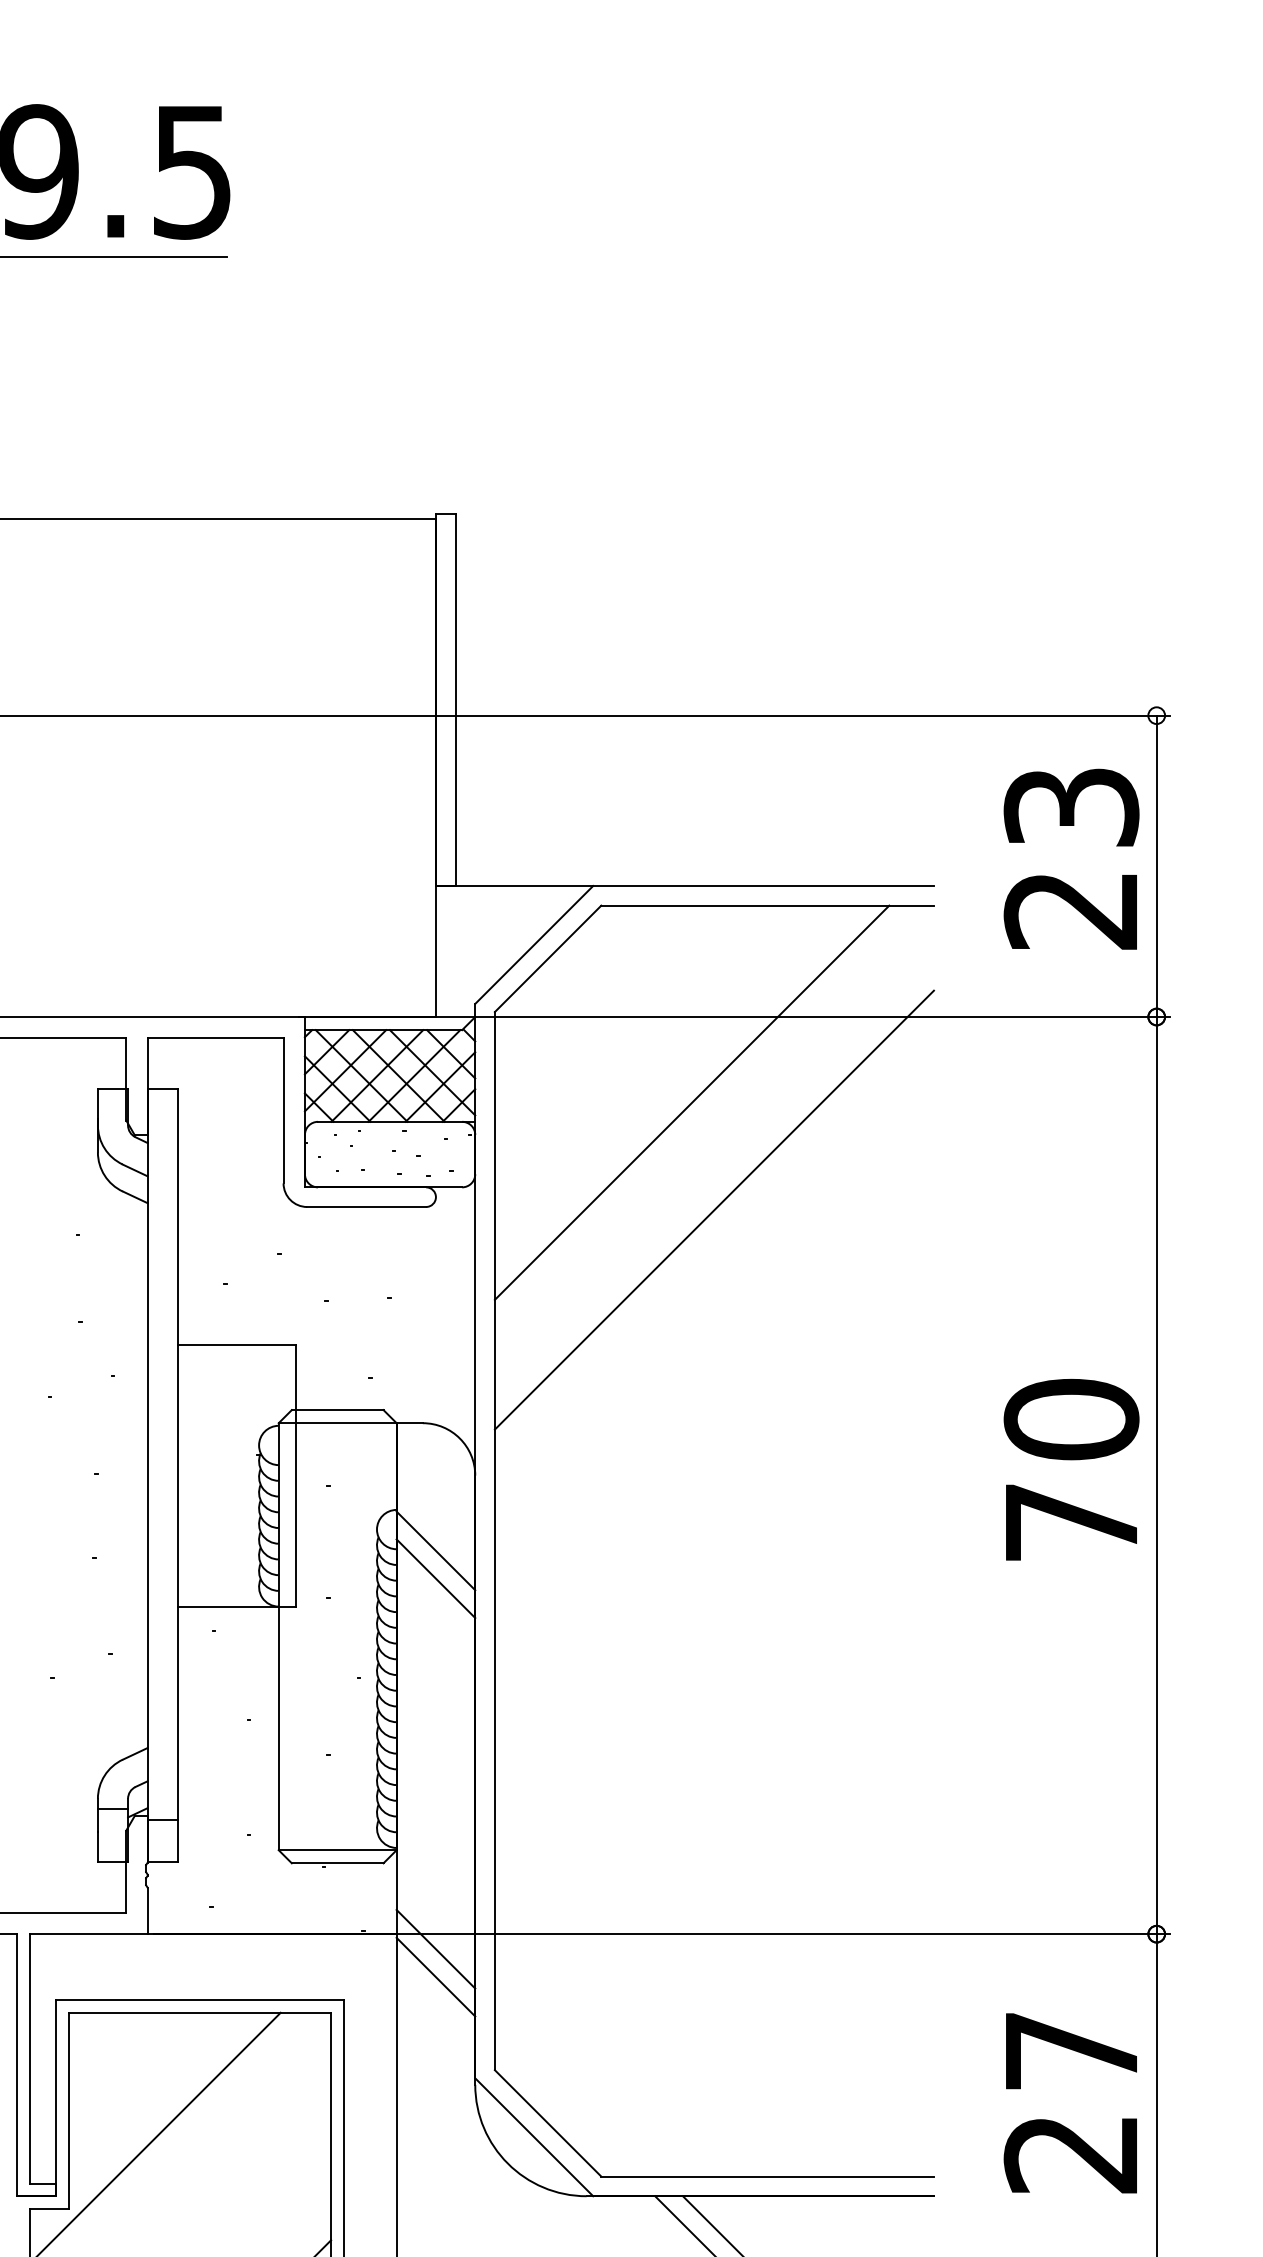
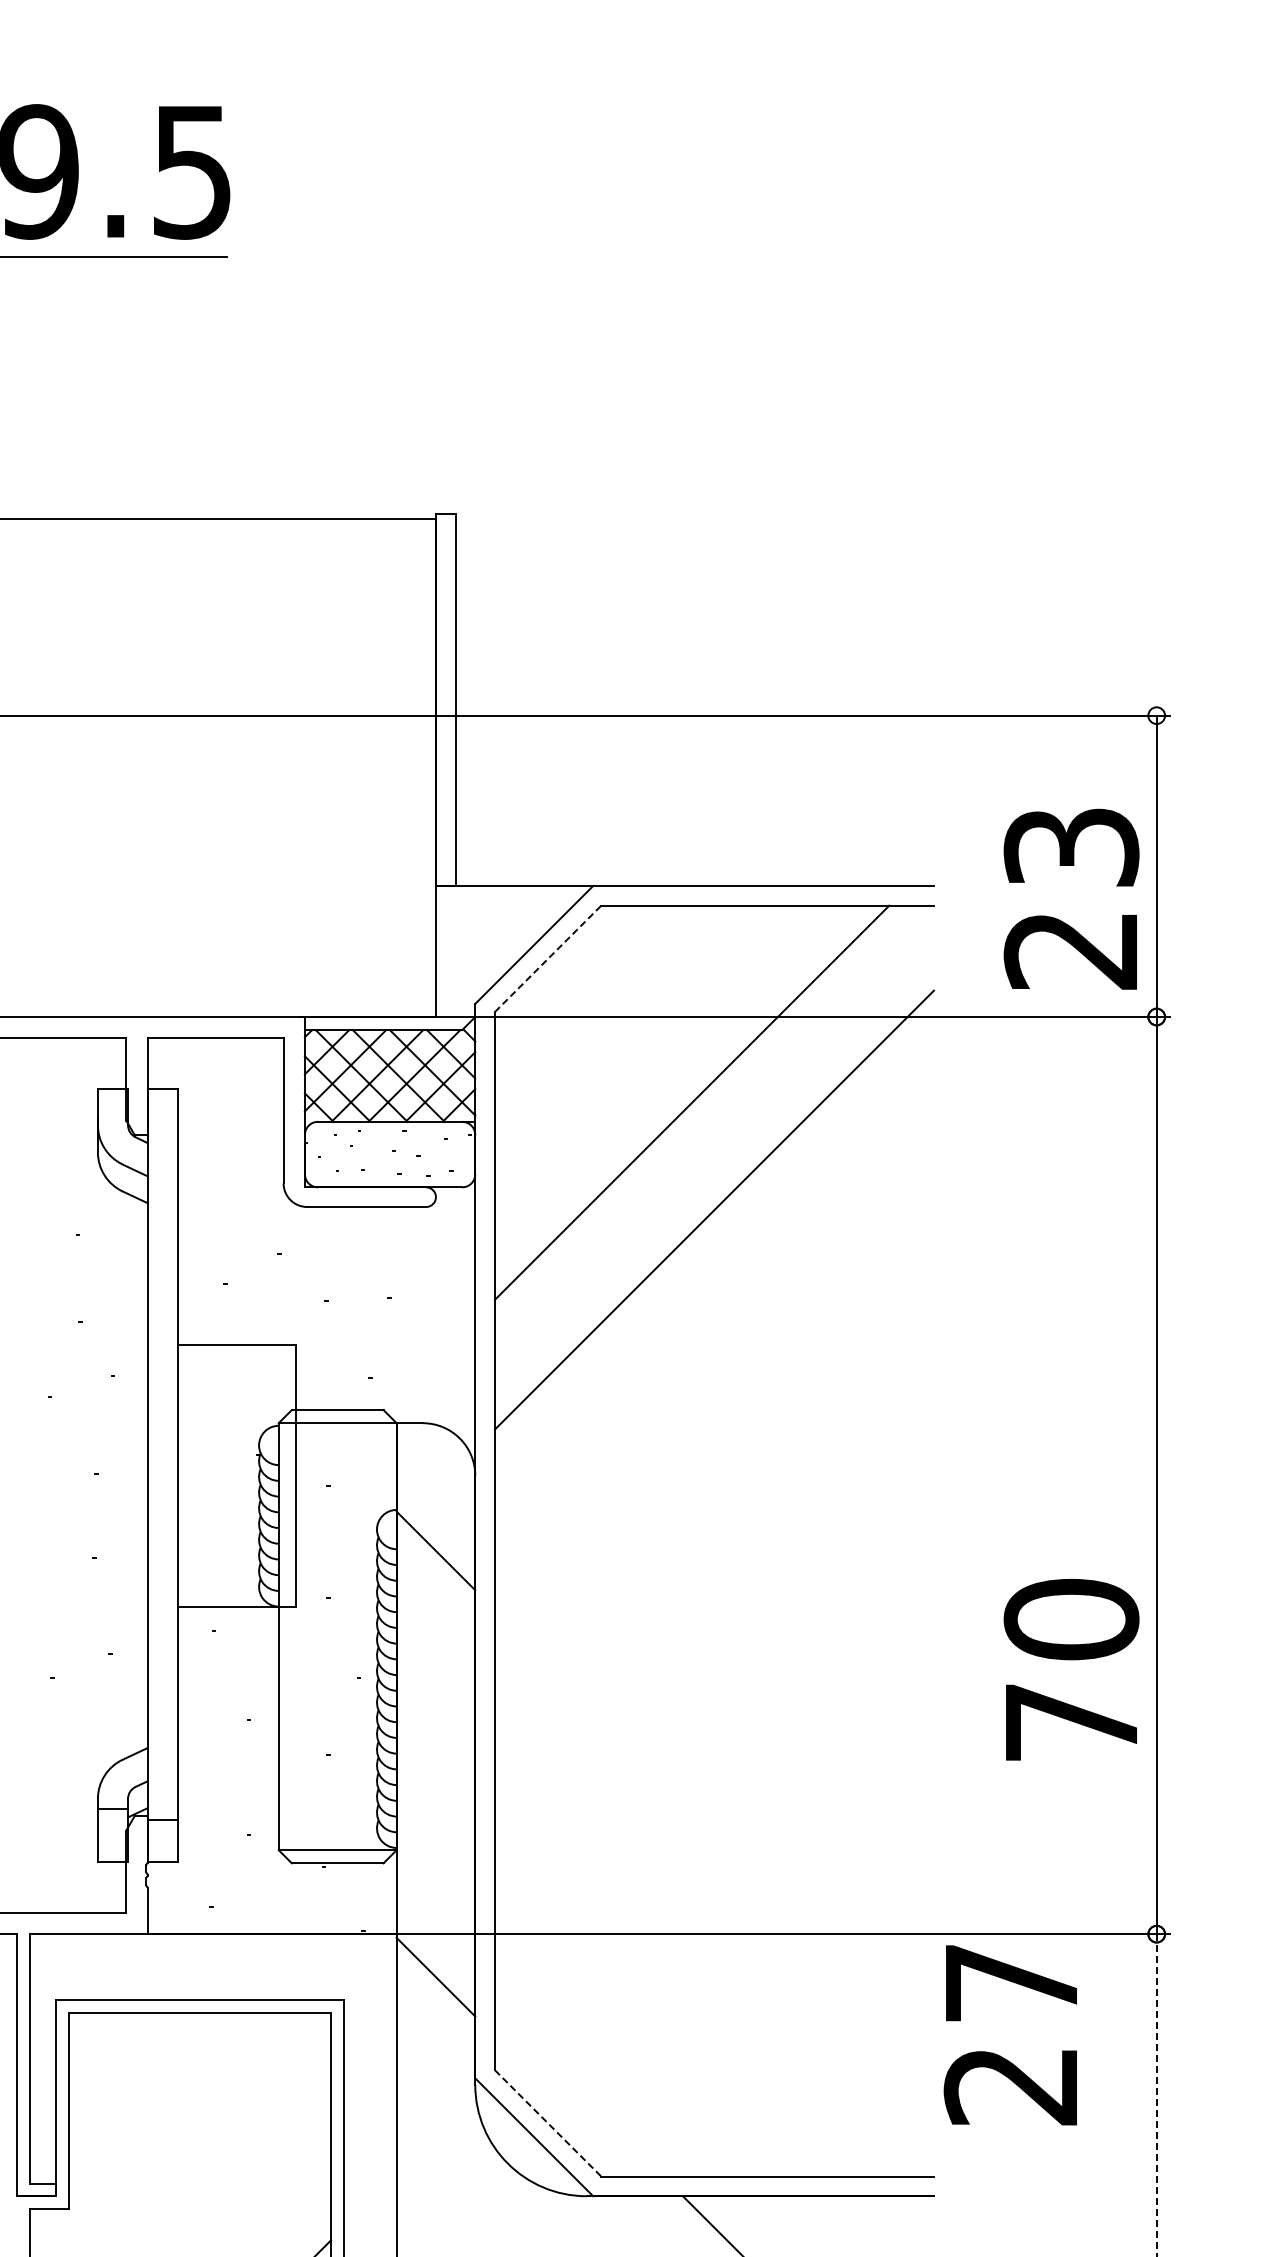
text at (1071, 858) position: (1071, 858) -> (1071, 898)
line at (548, 958): solid -> dashed
text at (1071, 1469) position: (1071, 1469) -> (1071, 1669)
line at (435, 1578): present -> none
line at (435, 1948): present -> none
line at (1156, 2096): solid -> dashed
text at (1069, 2103) position: (1069, 2103) -> (1009, 2035)
line at (548, 2123): solid -> dashed
line at (159, 2132): present -> none
line at (683, 2224): present -> none
